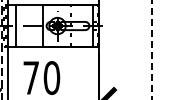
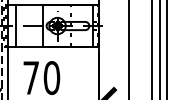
line at (128, 49): none -> present
line at (151, 49): dashed -> solid
line at (160, 49): none -> present
line at (166, 49): none -> present
